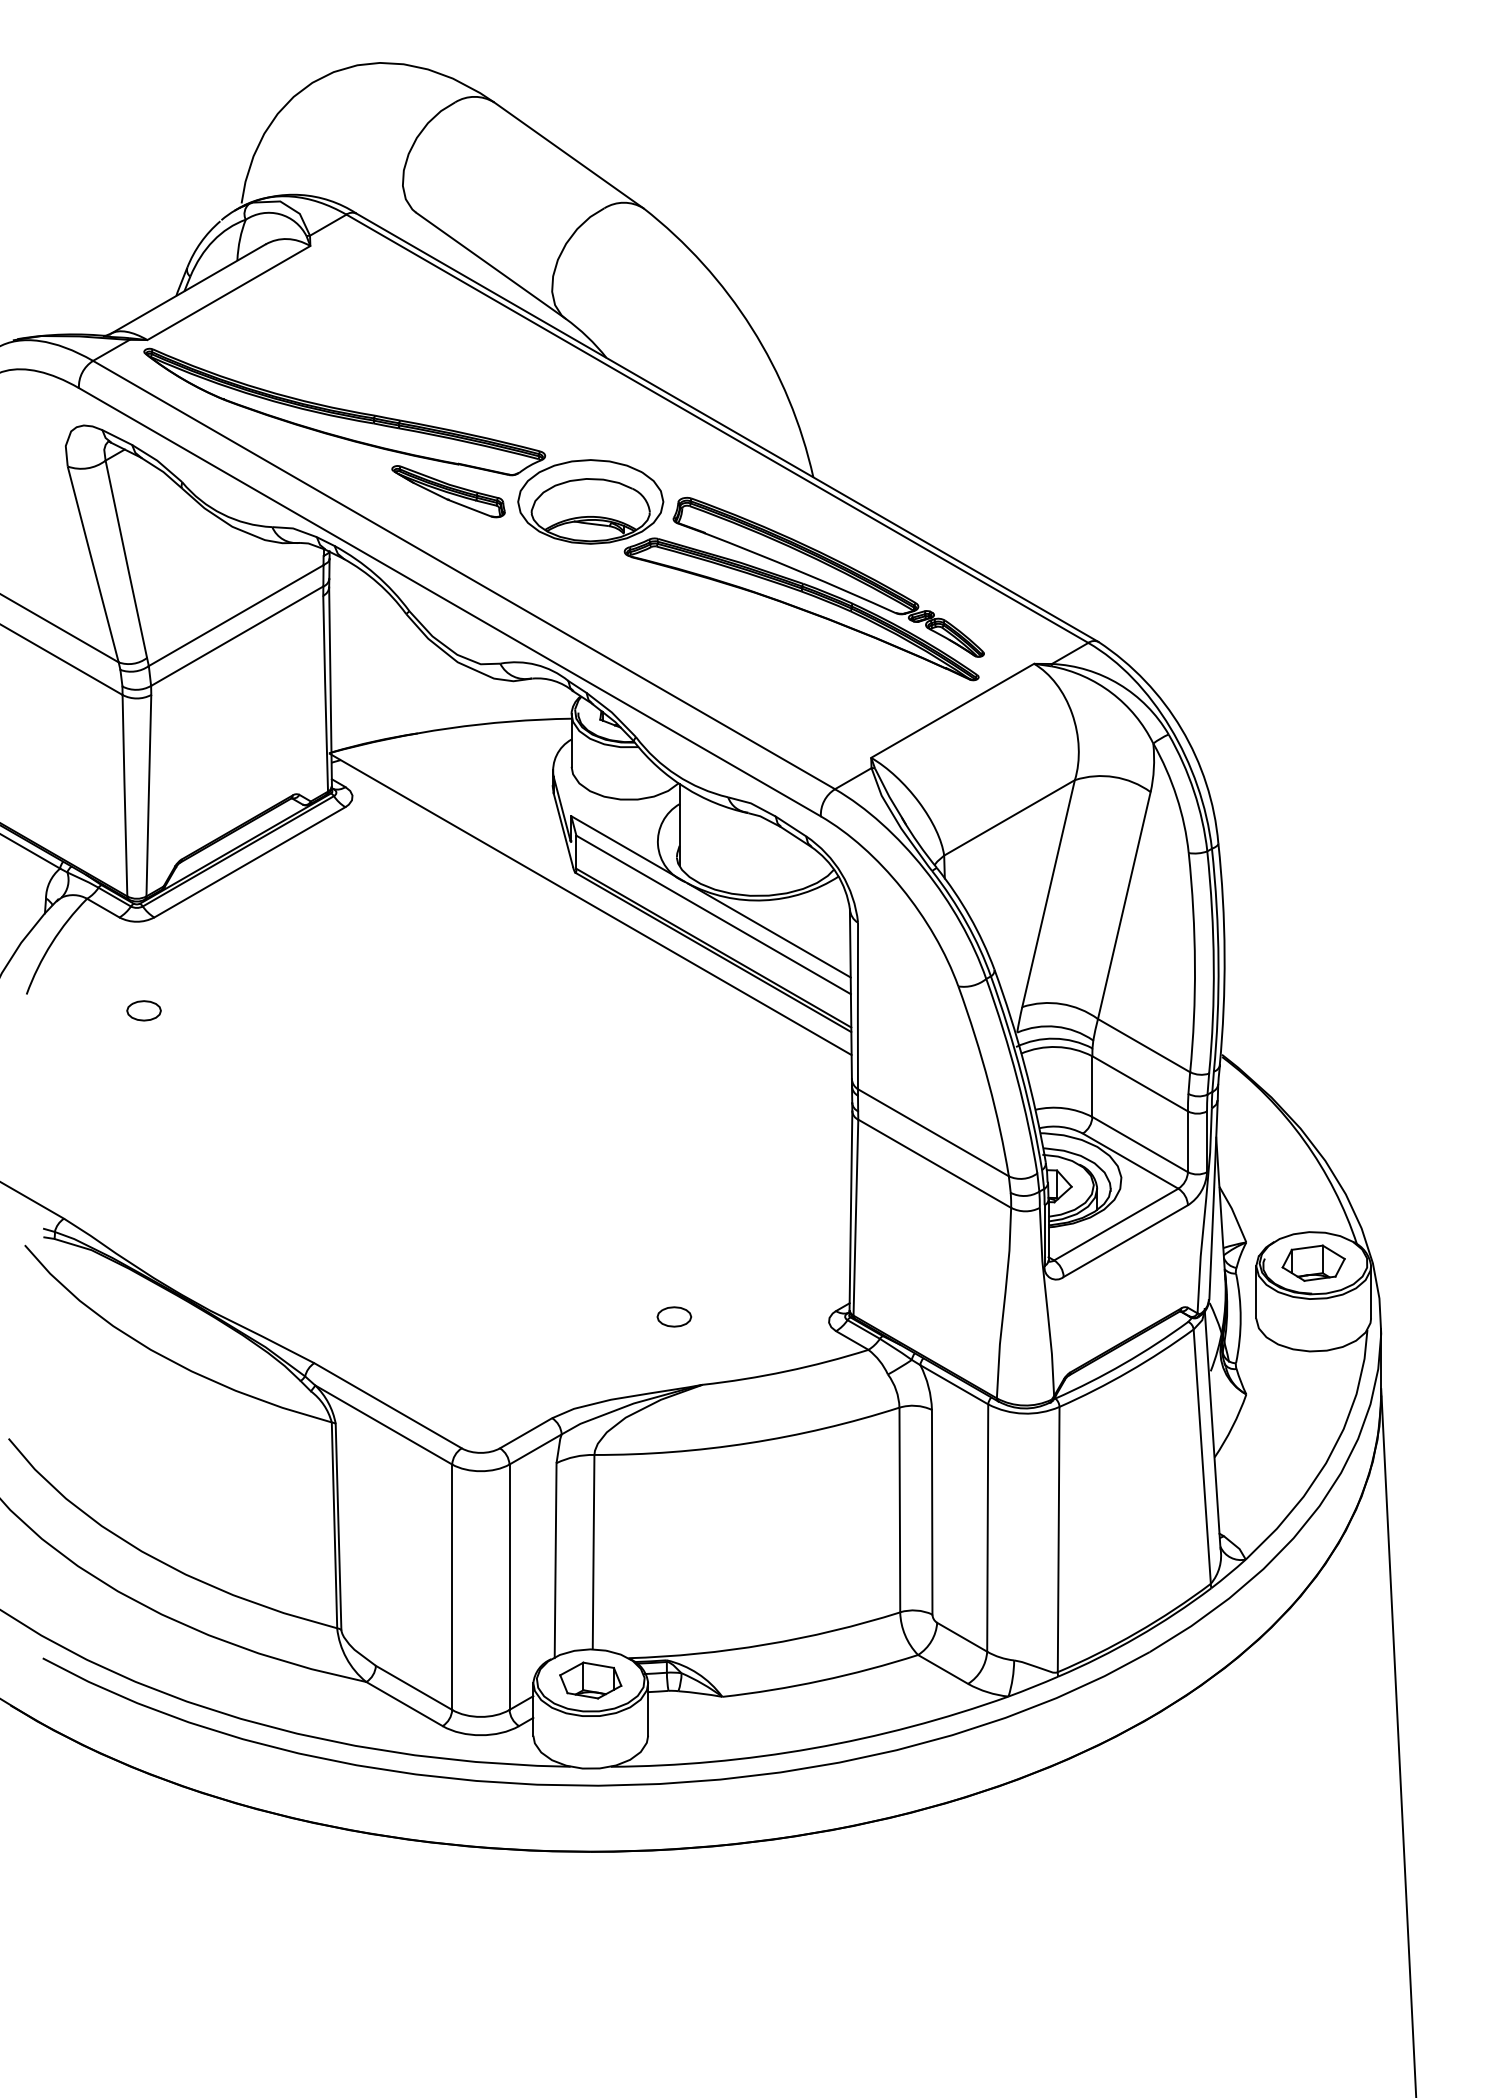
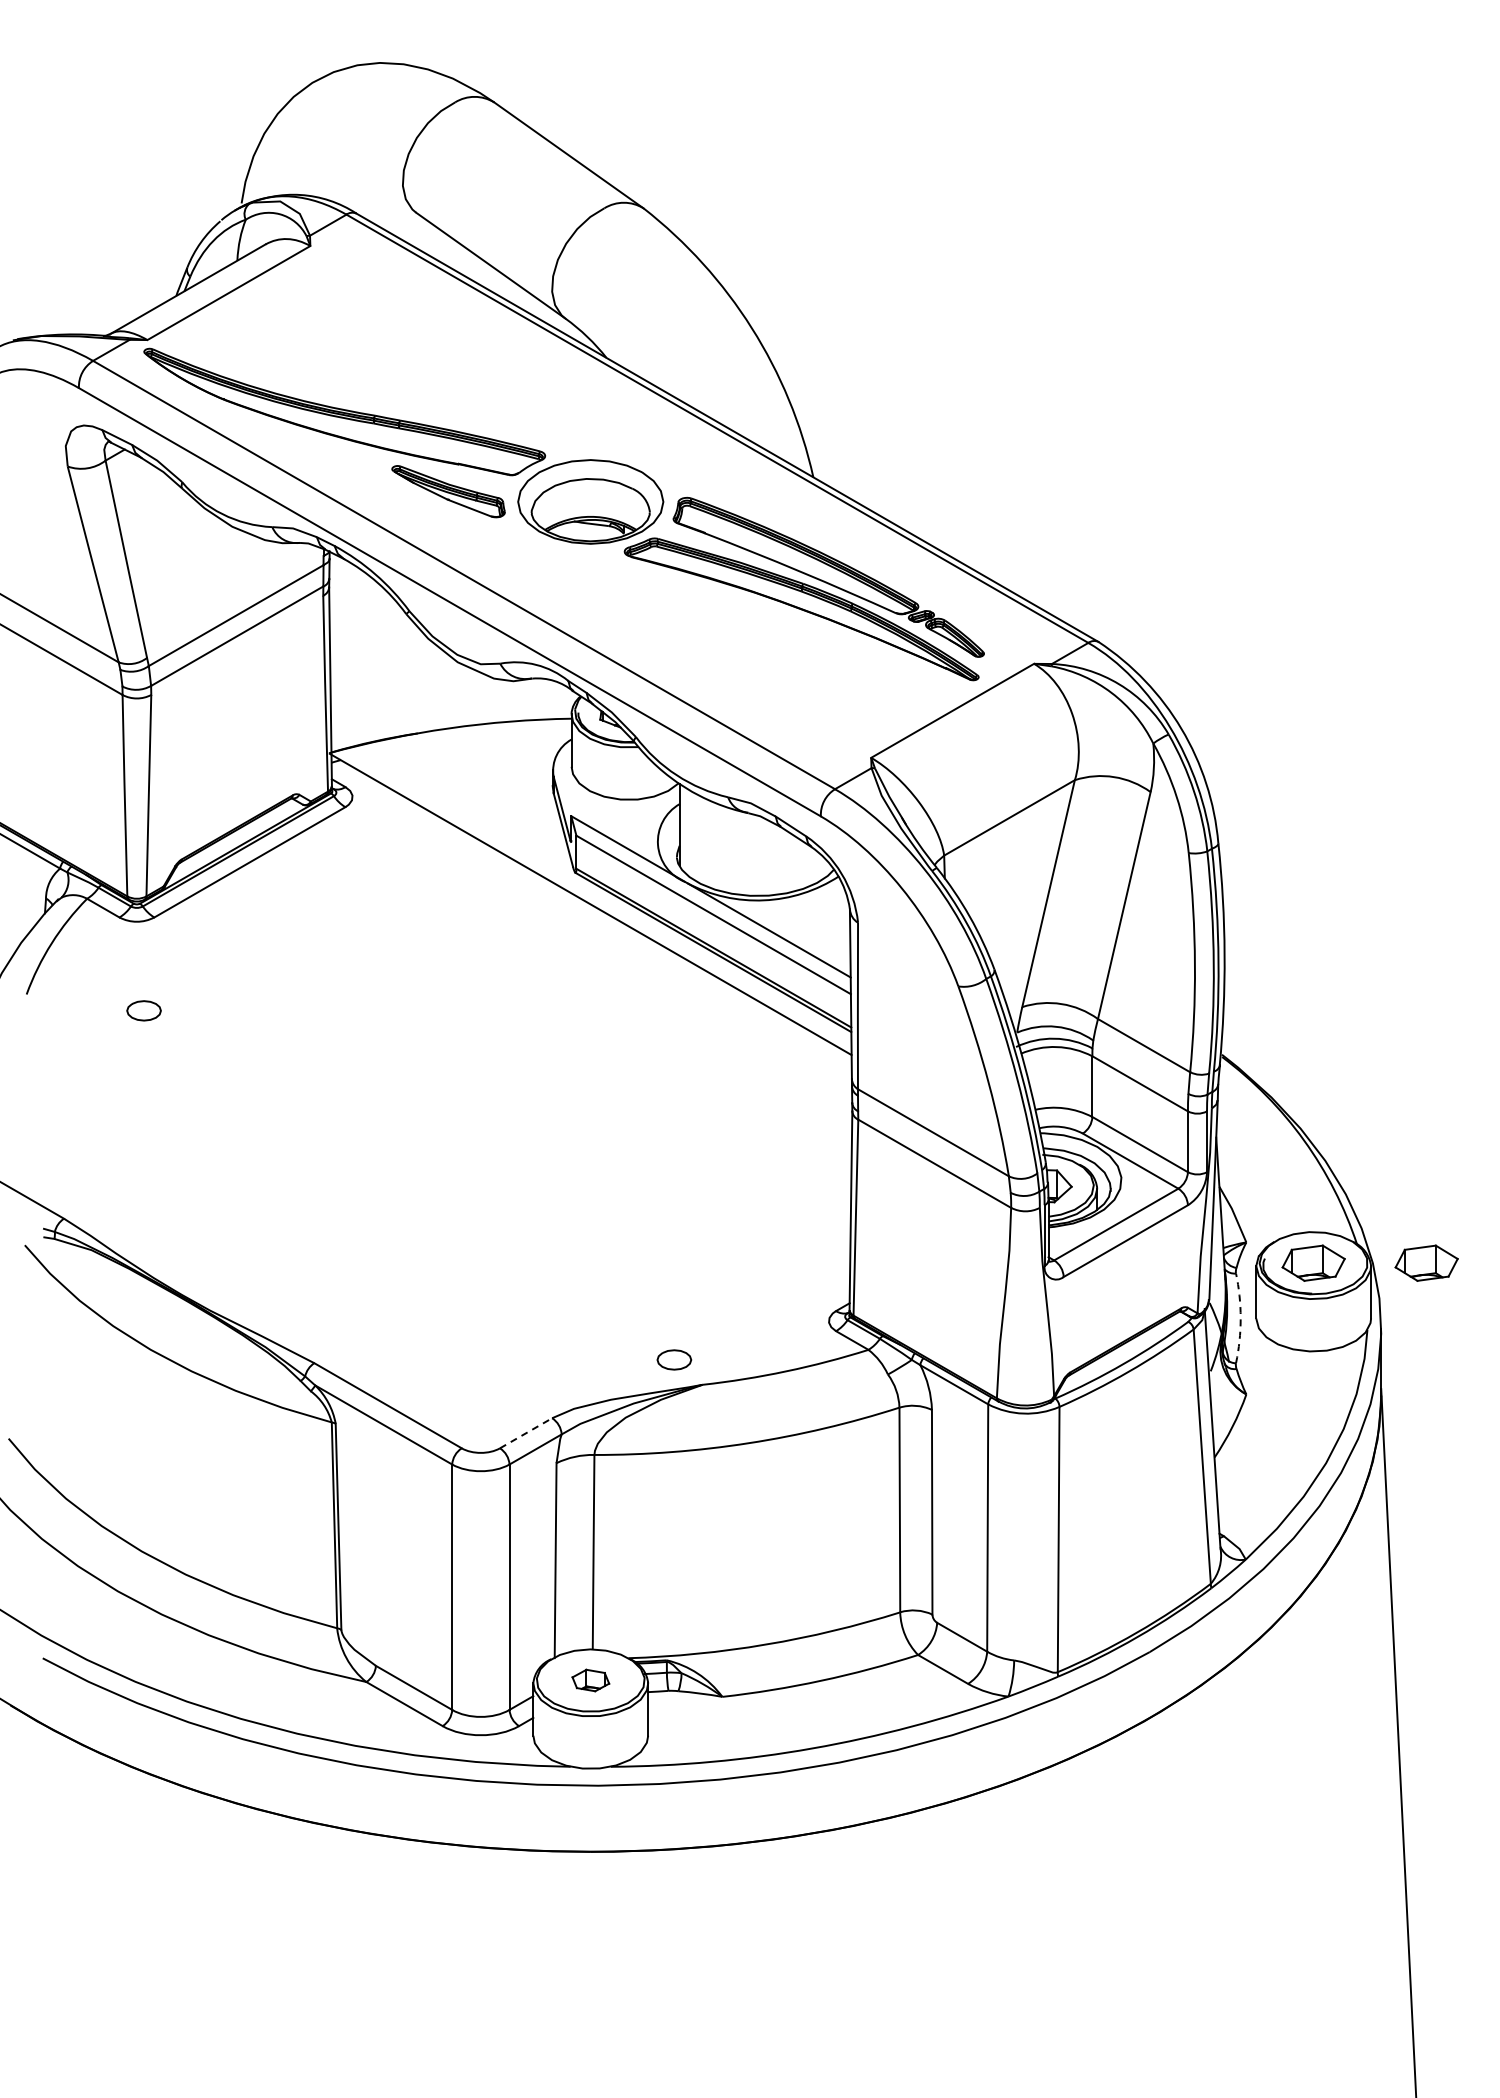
part at (1426, 1262): none -> present
part at (674, 1316) position: (674, 1316) -> (674, 1359)
arc at (1240, 1318): solid -> dashed
line at (526, 1433): solid -> dashed
part at (590, 1680) size: 64x39 px -> 40x25 px
